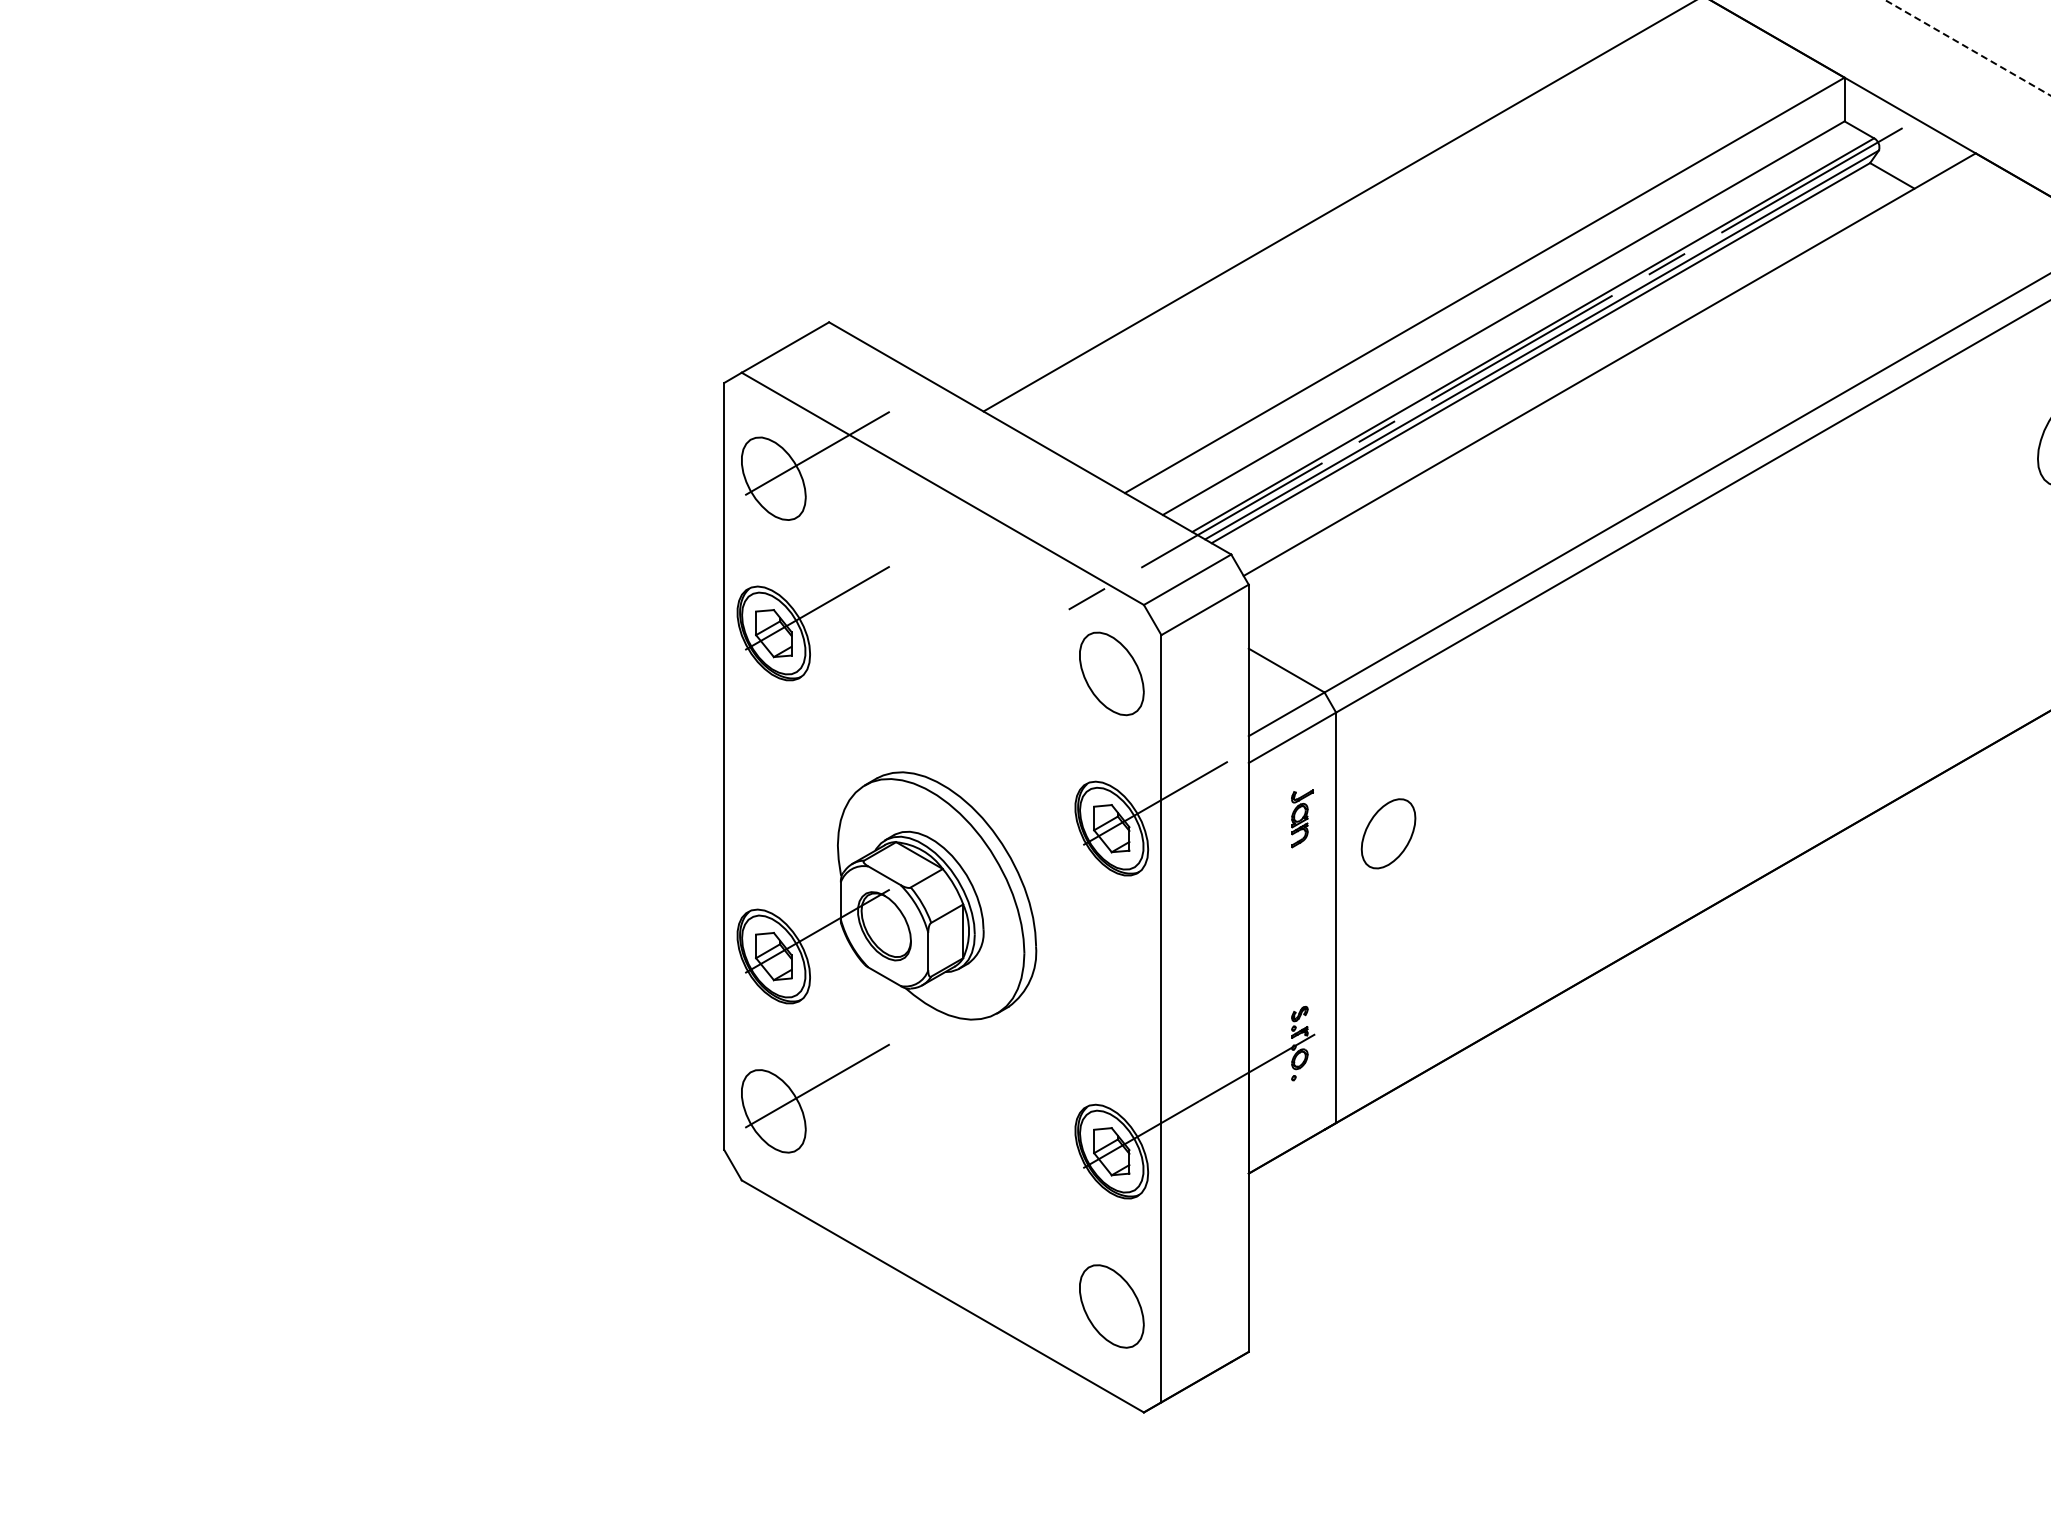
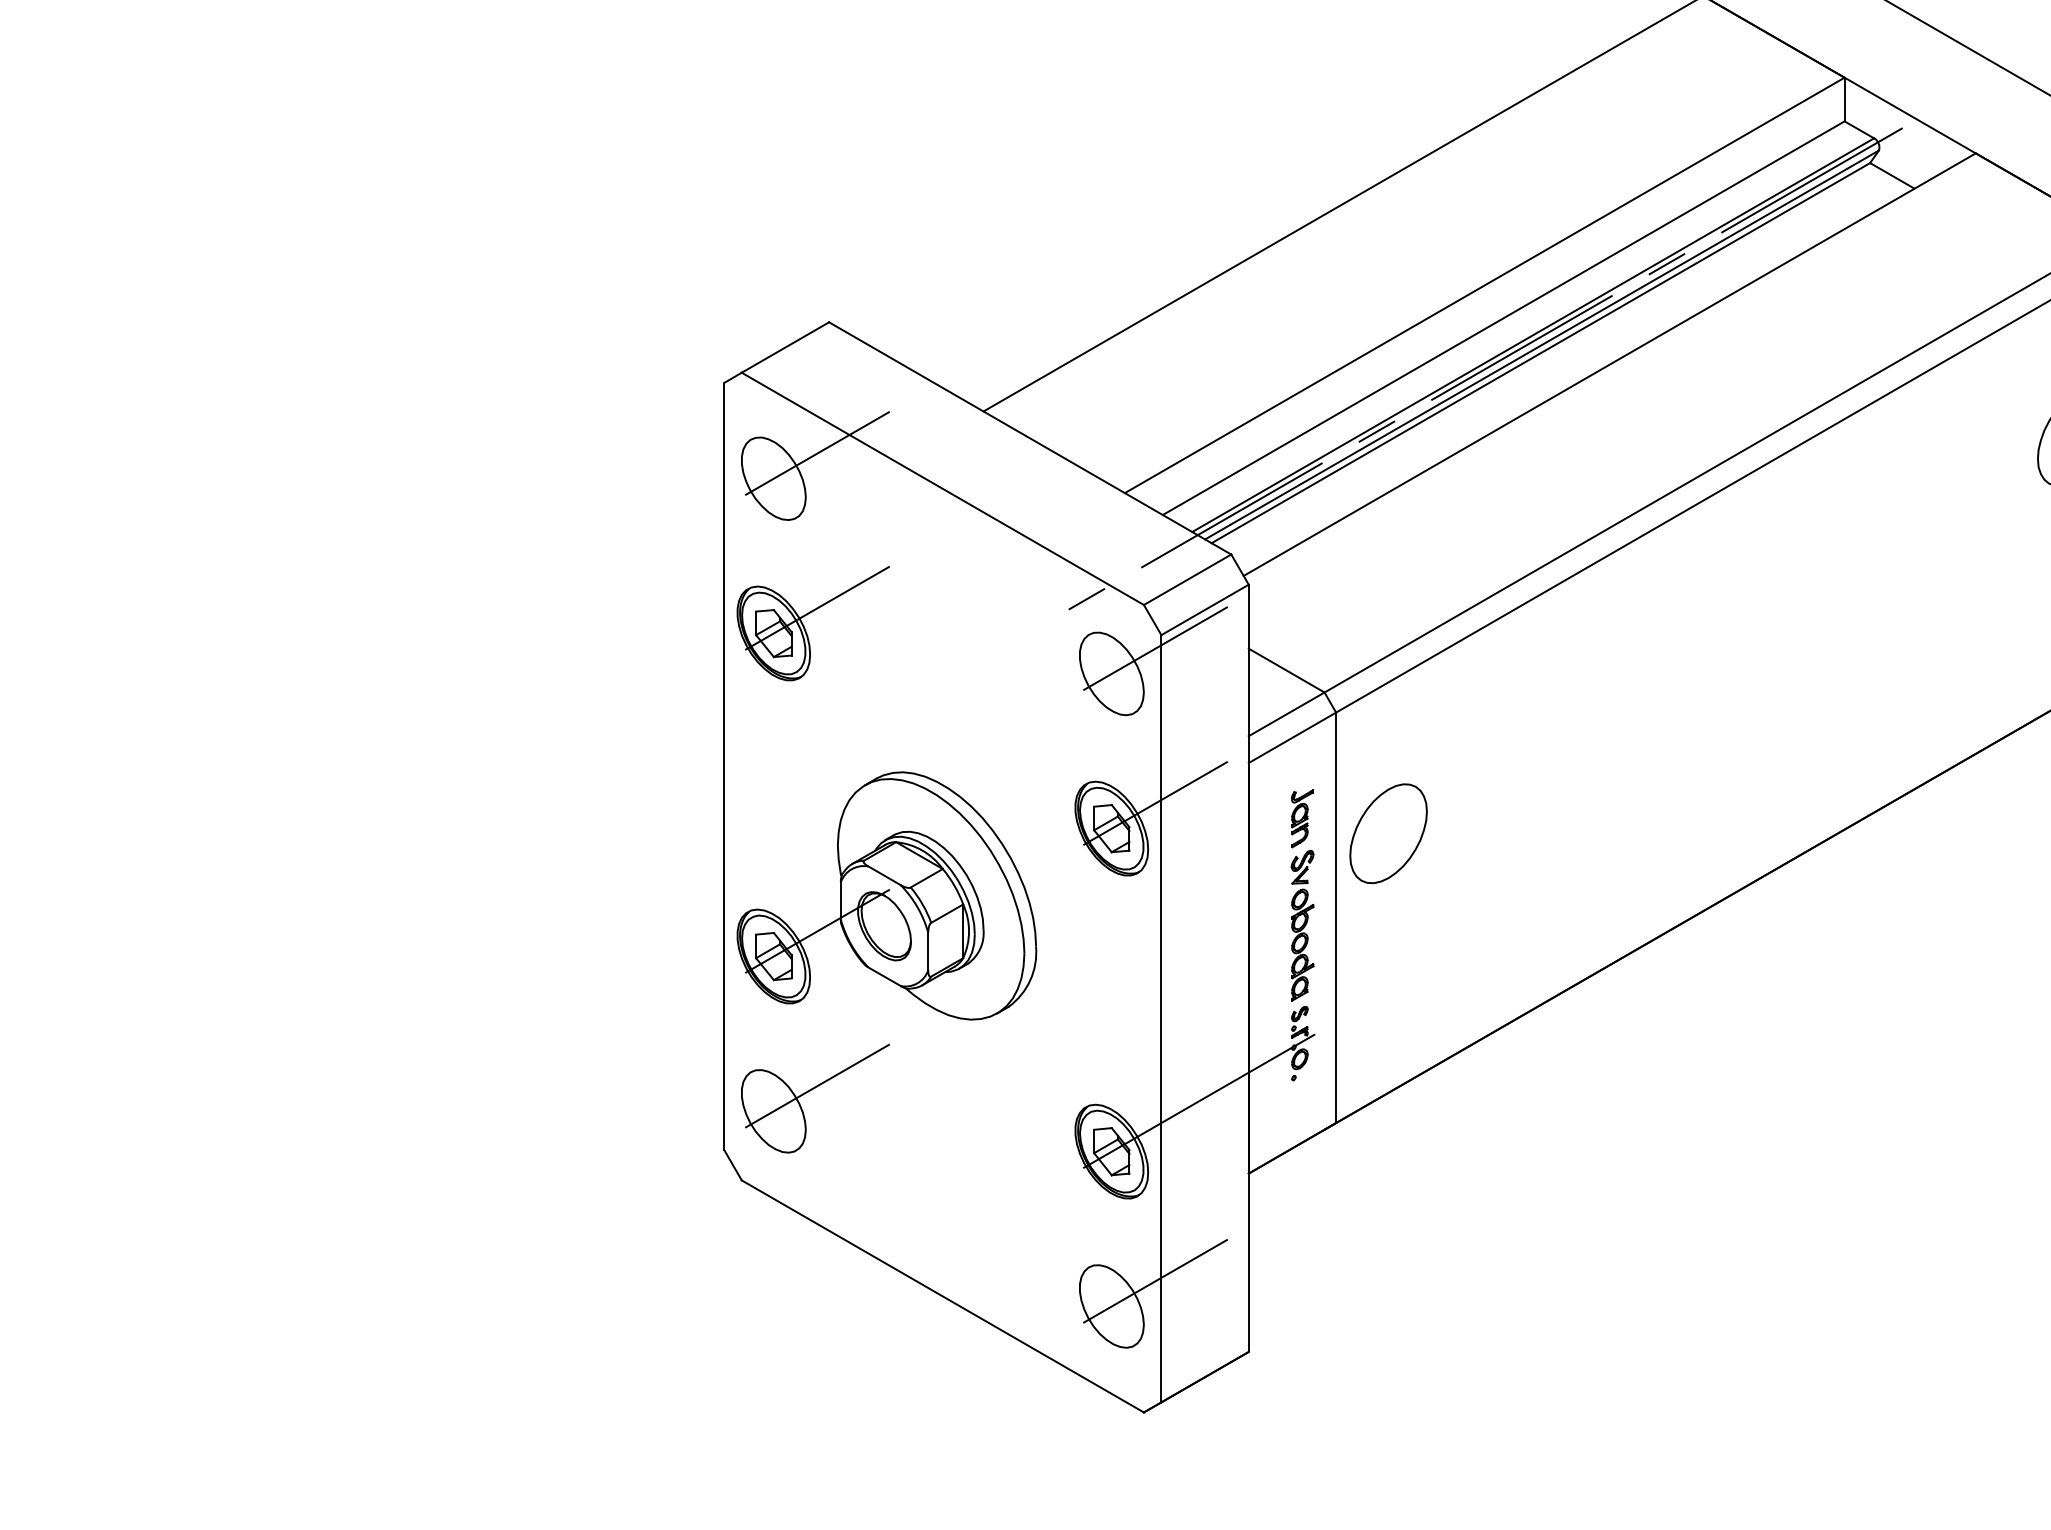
line at (1968, 48): dashed -> solid
line at (1155, 648): none -> present
part at (1388, 833) size: 57x72 px -> 79x102 px
part at (1302, 925): none -> present
line at (1155, 1280): none -> present
